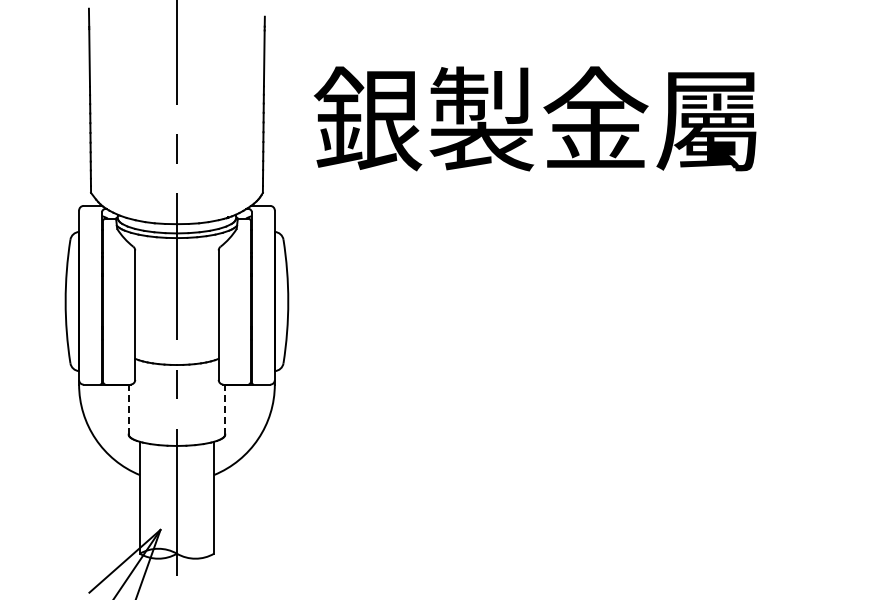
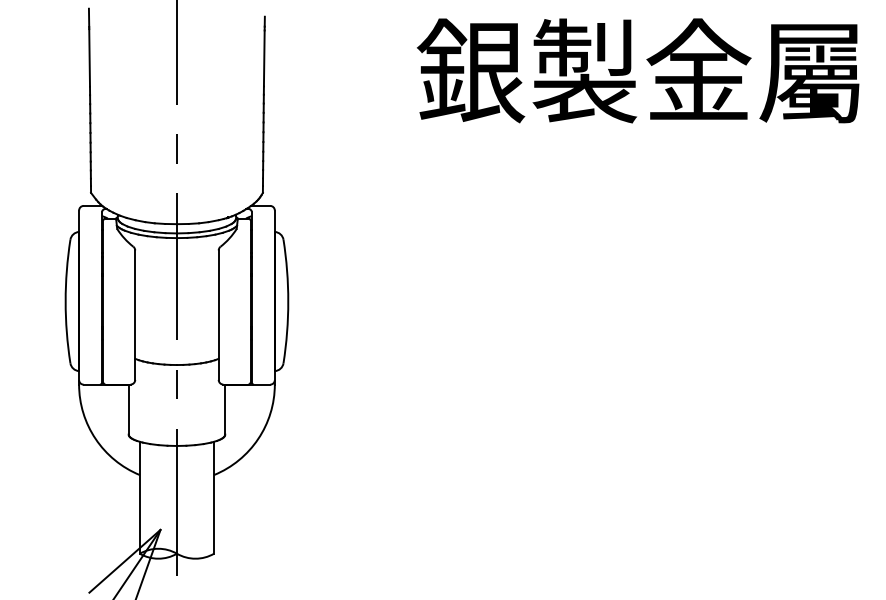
text at (535, 118) position: (535, 118) -> (638, 70)
line at (128, 409): dashed -> solid
line at (225, 409): dashed -> solid
